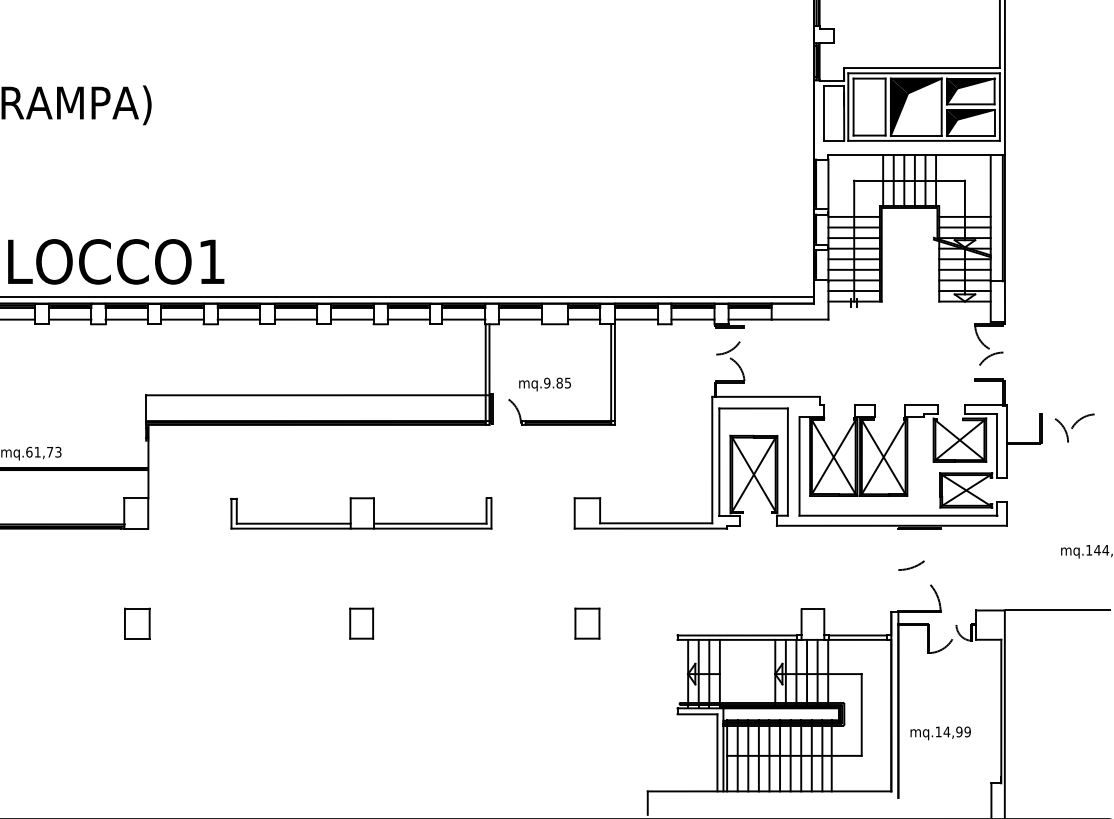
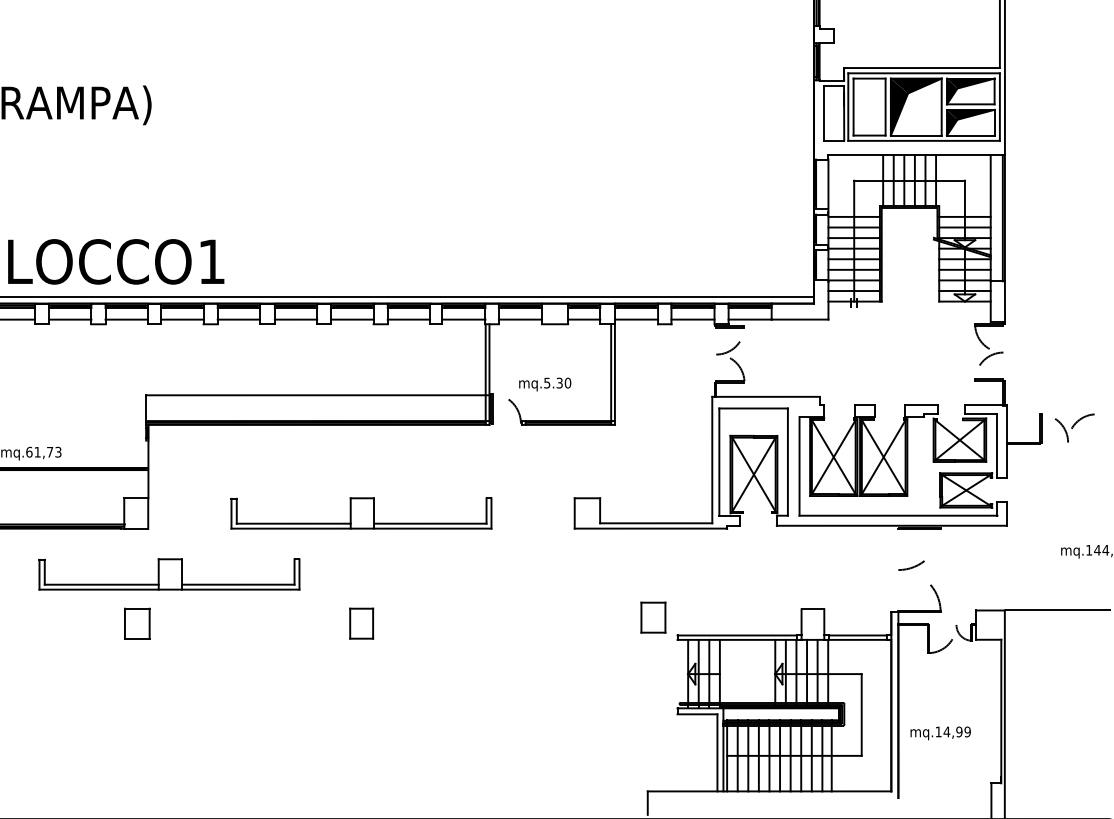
text at (557, 382): mq.9.85 -> mq.5.30
part at (169, 574): none -> present
part at (587, 623) position: (587, 623) -> (653, 617)
